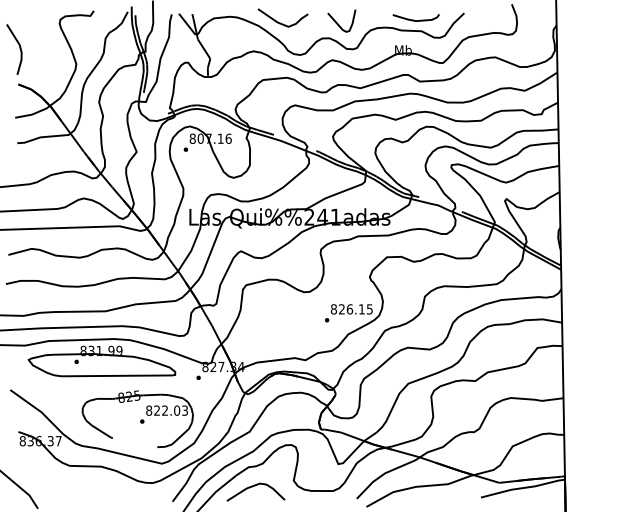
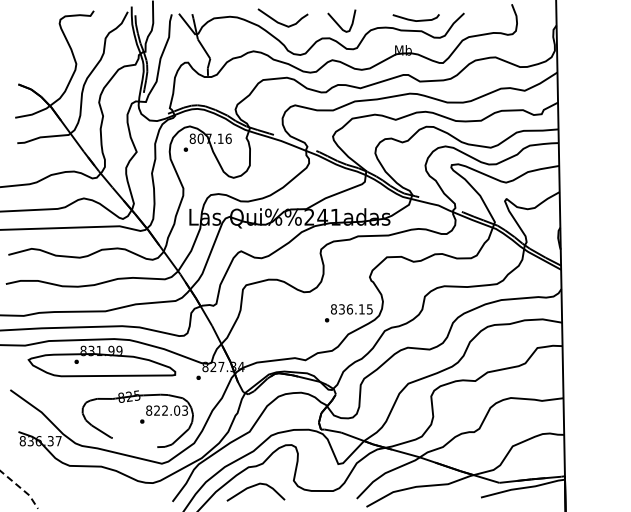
line at (19, 49): present -> none
text at (341, 309): 826.15 -> 836.15
line at (21, 488): solid -> dashed
